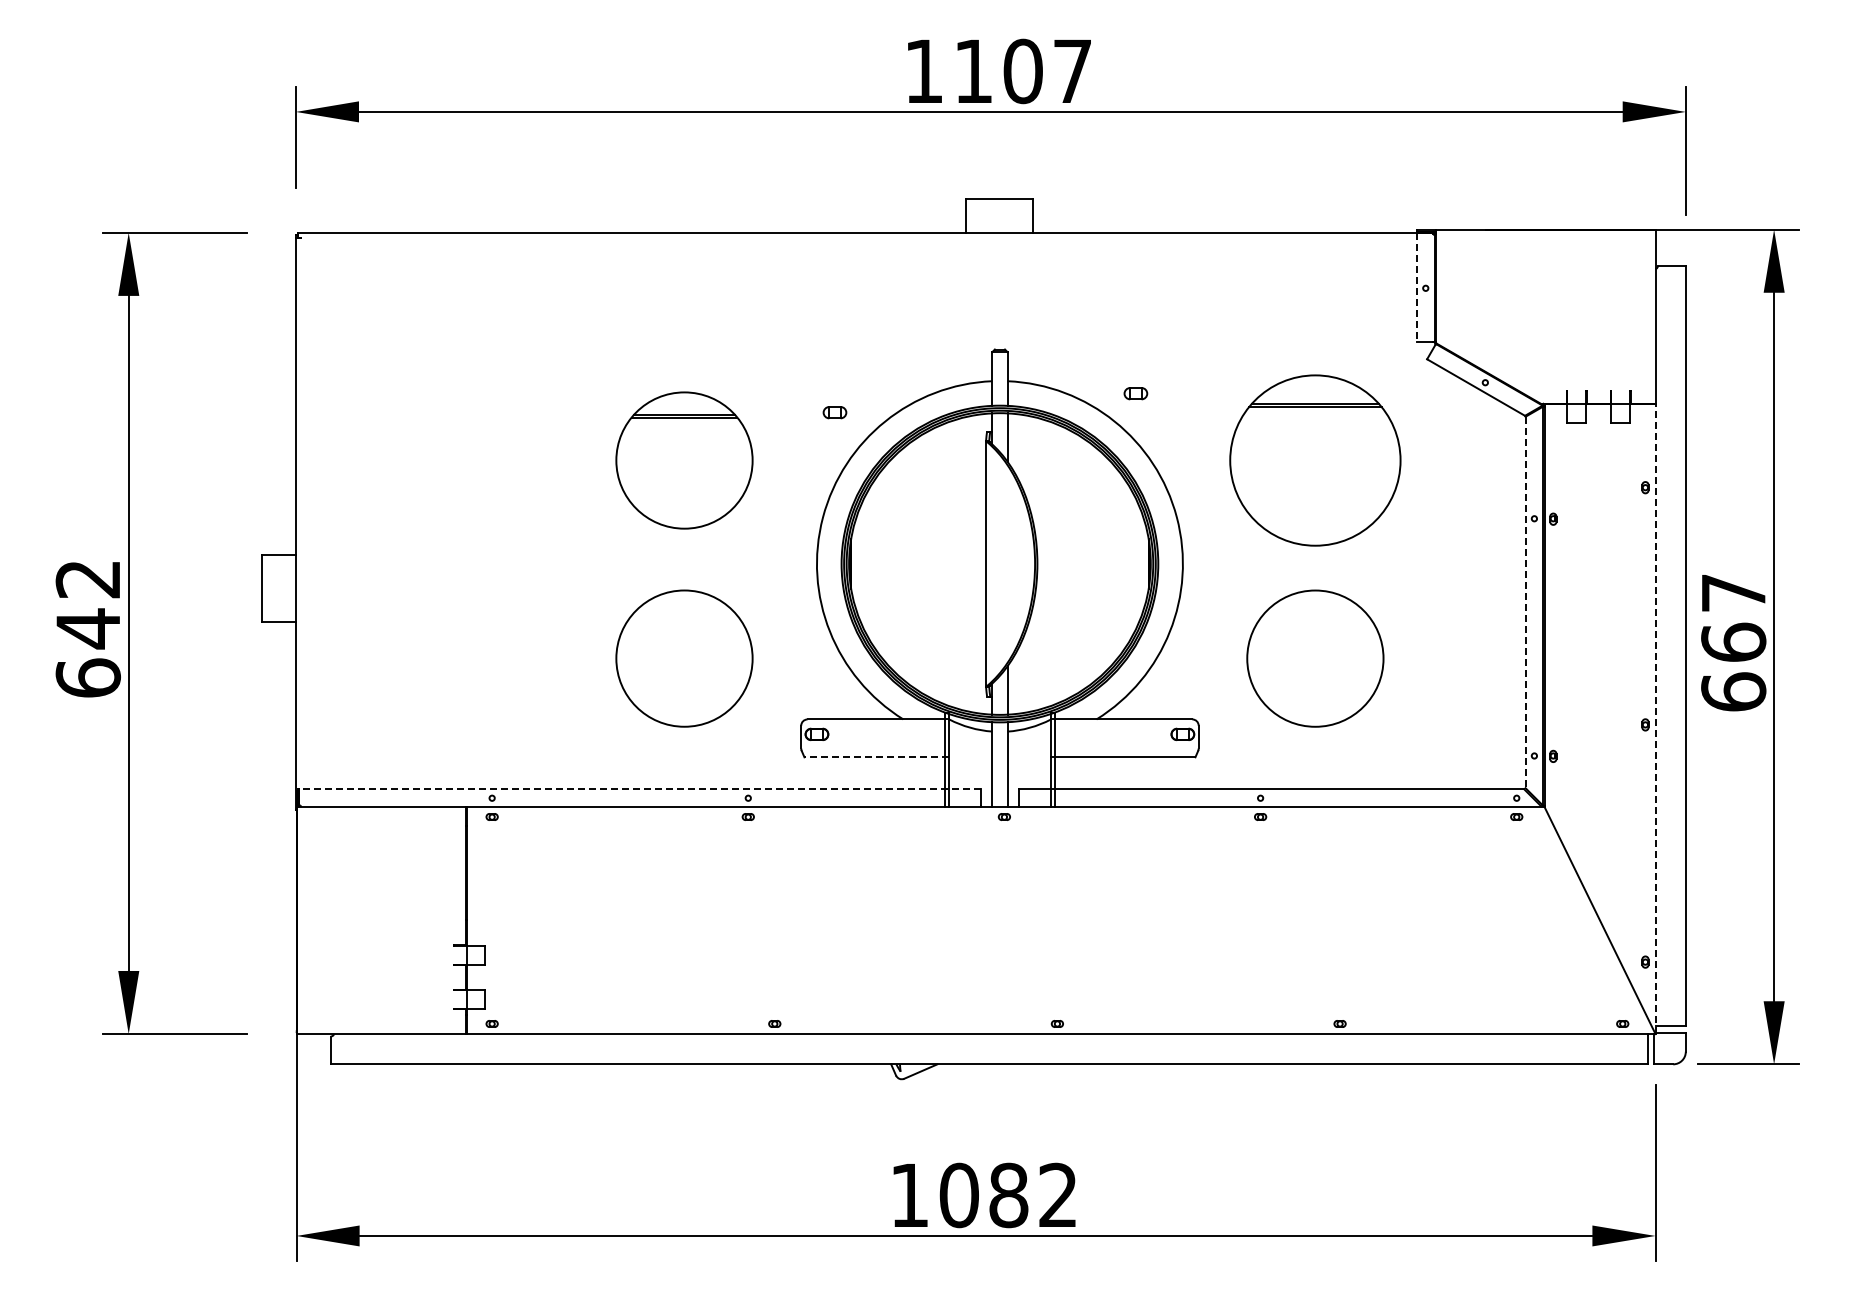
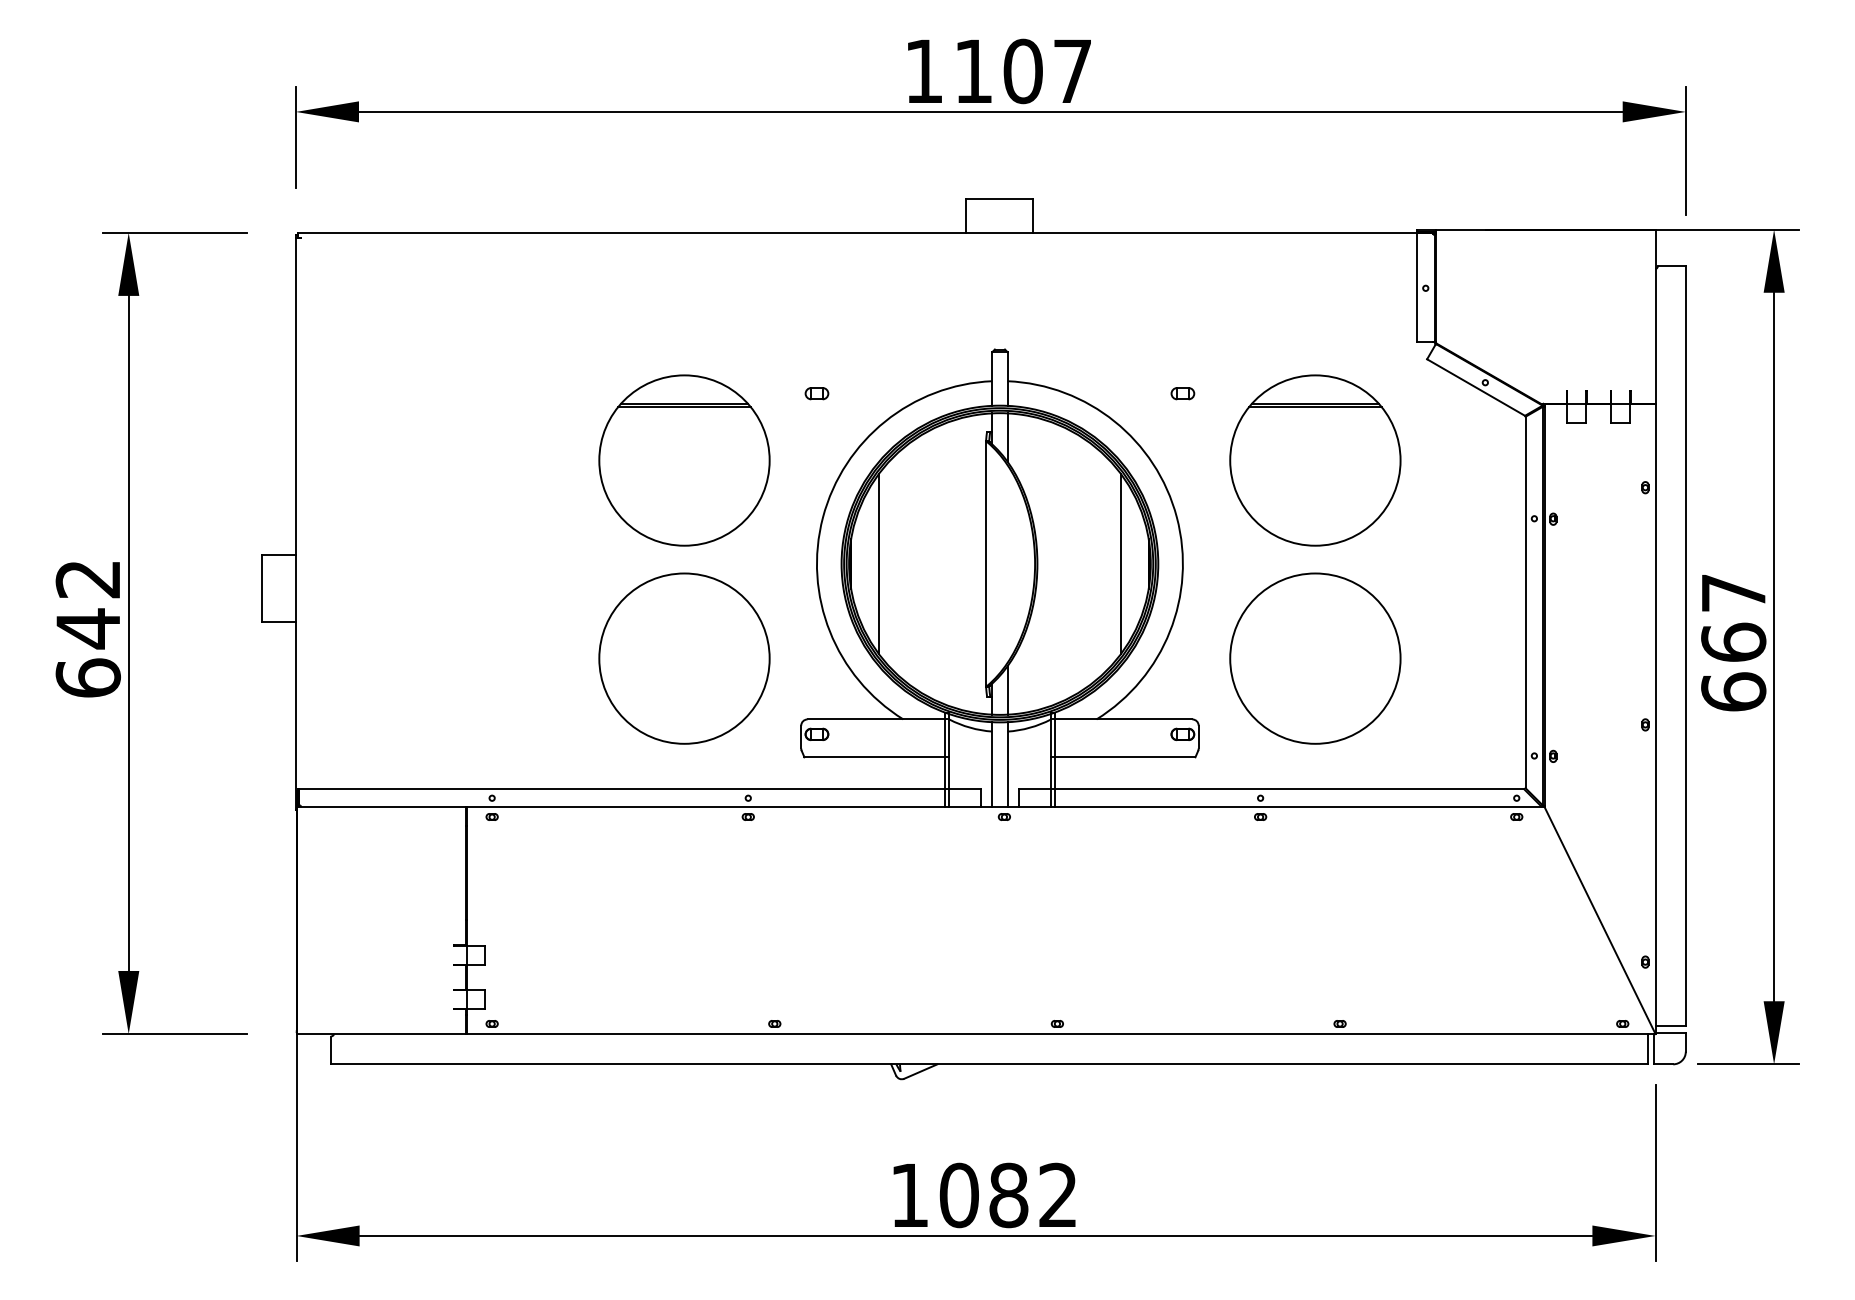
line at (1416, 287): dashed -> solid
part at (1135, 393) position: (1135, 393) -> (1182, 393)
part at (834, 412) position: (834, 412) -> (816, 393)
part at (684, 460) size: 139x139 px -> 173x173 px
line at (879, 563): none -> present
line at (1120, 563): none -> present
line at (1525, 602): dashed -> solid
circle at (684, 658) size: 139x139 px -> 173x173 px
circle at (1315, 658) diameter: 136 px -> 170 px
line at (1655, 719): dashed -> solid
line at (876, 757): dashed -> solid
line at (639, 789): dashed -> solid
